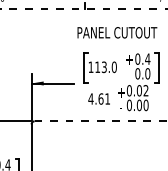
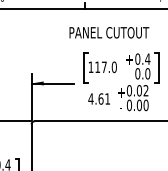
line at (84, 9): dashed -> solid
text at (117, 32) position: (117, 32) -> (109, 32)
text at (103, 67): 113.0 -> 117.0
line at (101, 121): dashed -> solid
